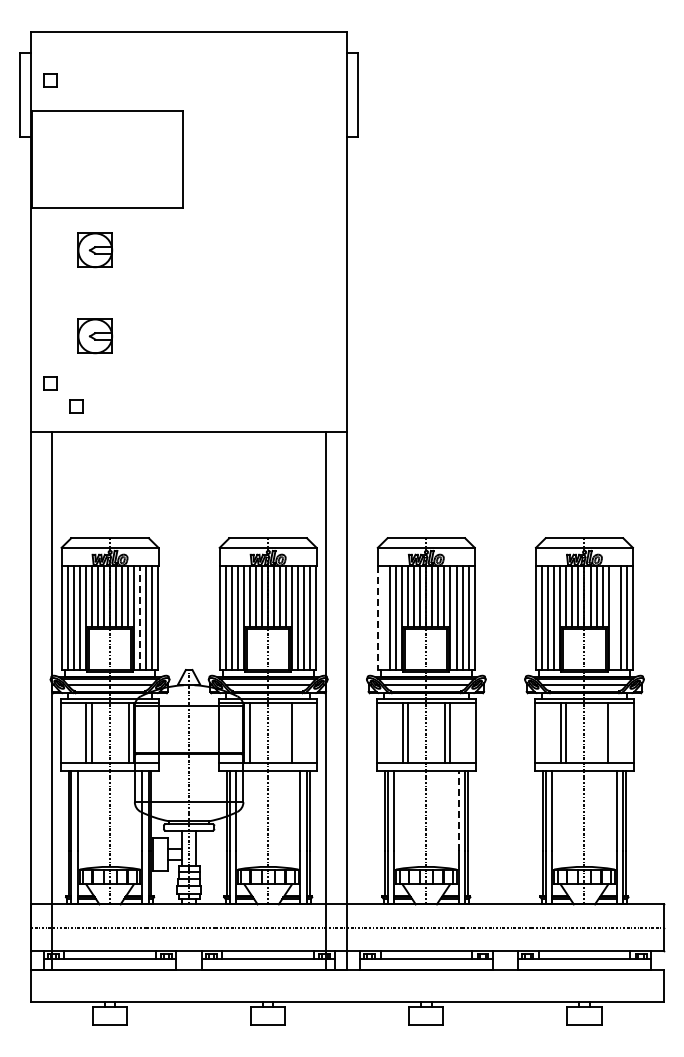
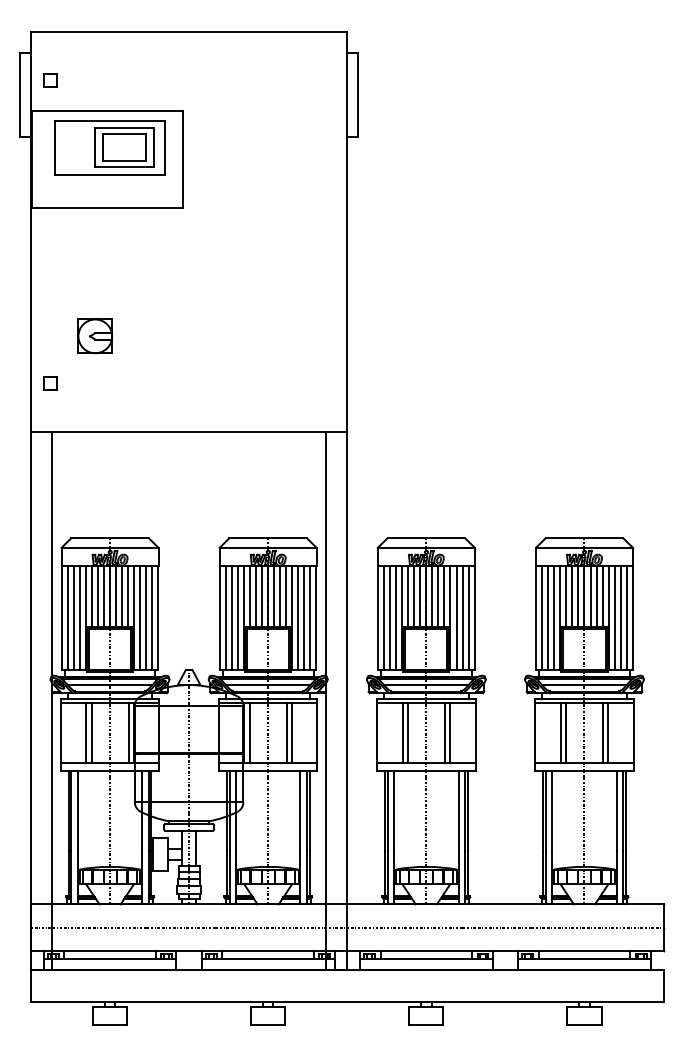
part at (109, 147): none -> present
part at (95, 250): present -> none
part at (76, 406): present -> none
line at (140, 617): dashed -> solid
line at (378, 618): dashed -> solid
line at (384, 618): none -> present
line at (614, 618): none -> present
line at (286, 732): none -> present
line at (602, 732): none -> present
line at (458, 810): dashed -> solid
